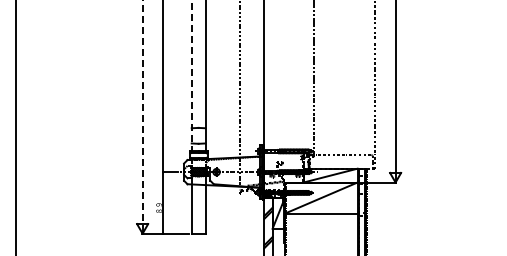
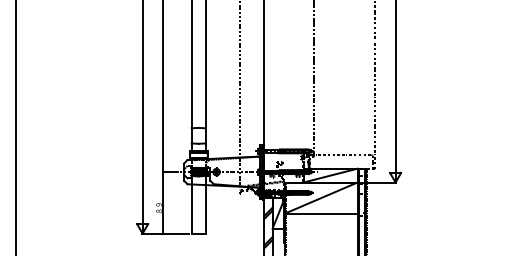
line at (191, 76): dashed -> solid
line at (142, 117): dashed -> solid
